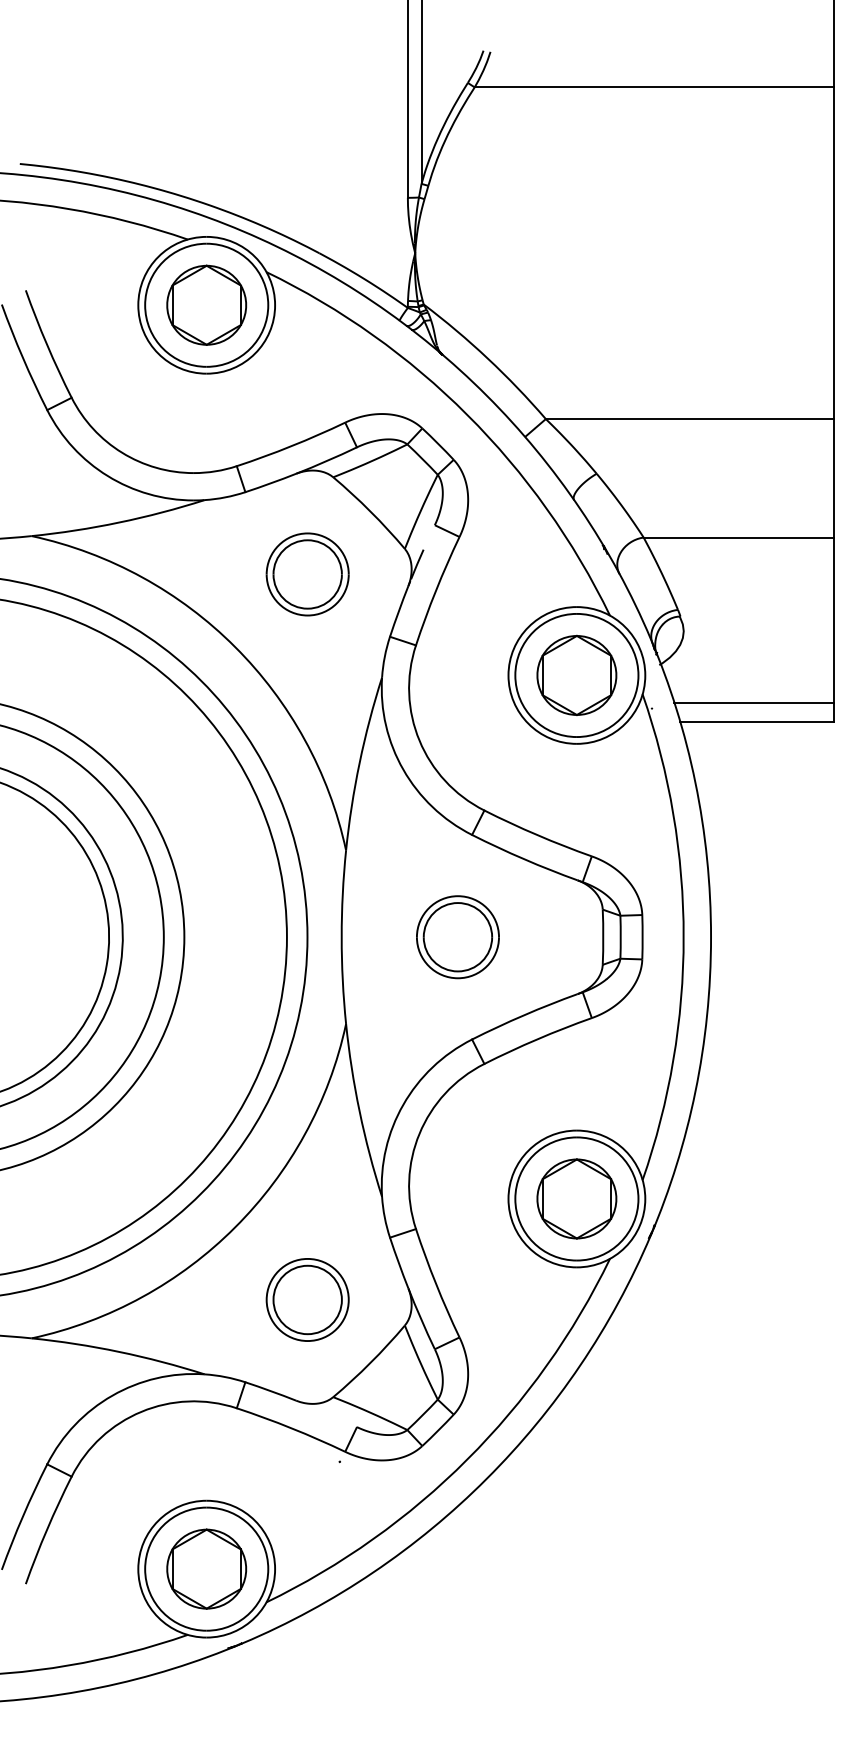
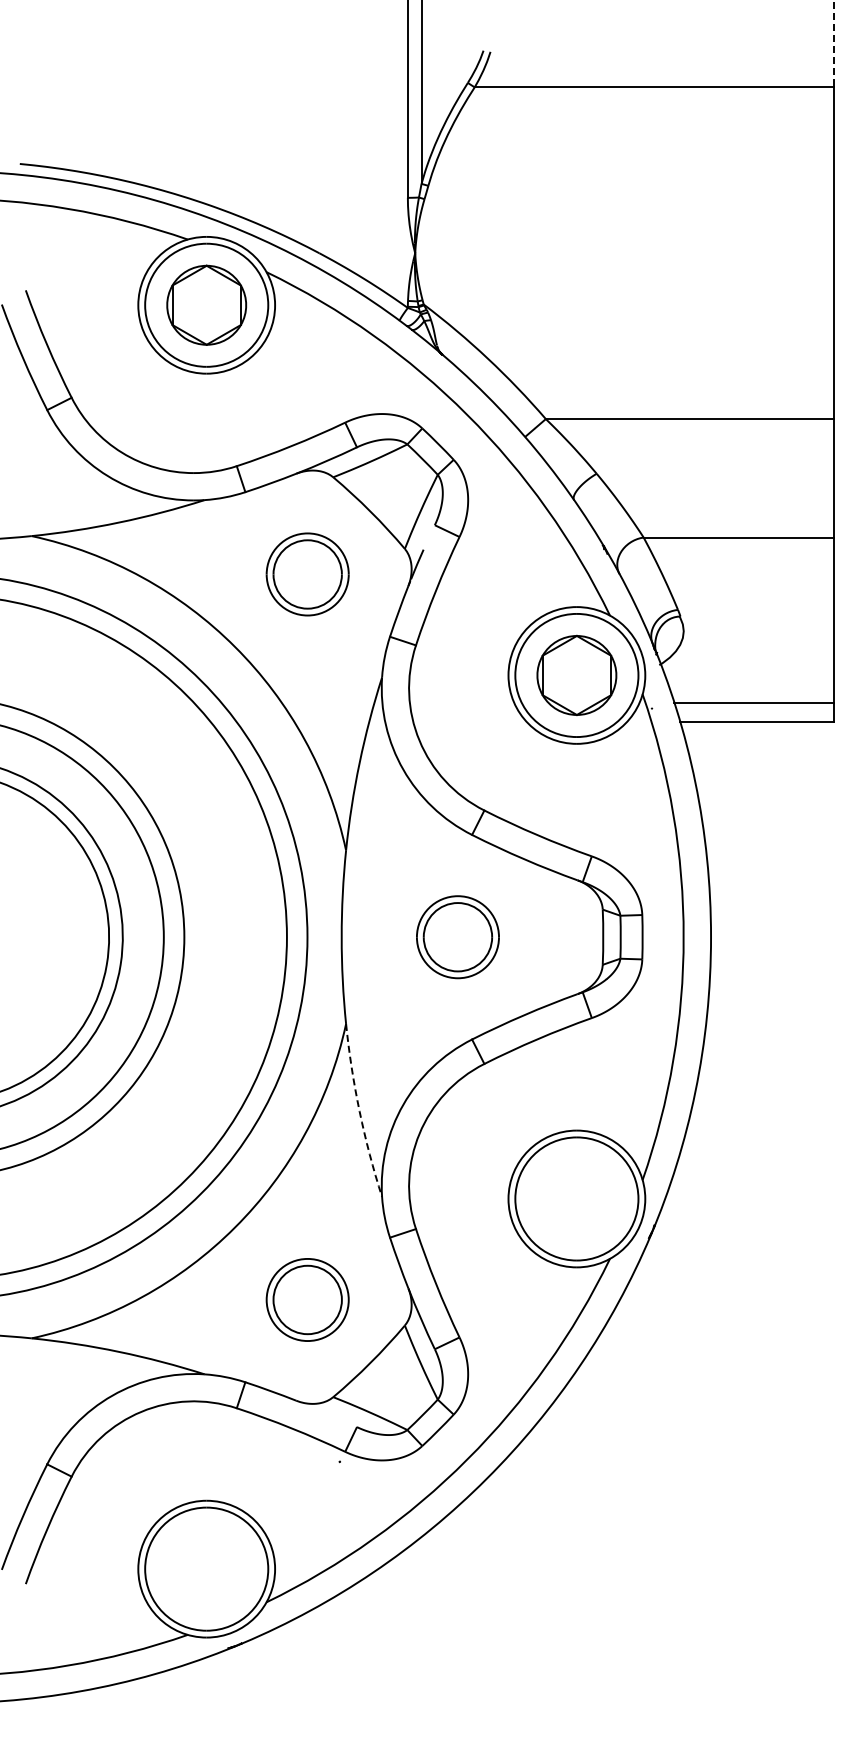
line at (834, 44): solid -> dashed
arc at (359, 1111): solid -> dashed
part at (576, 1198): present -> none
part at (206, 1568): present -> none
